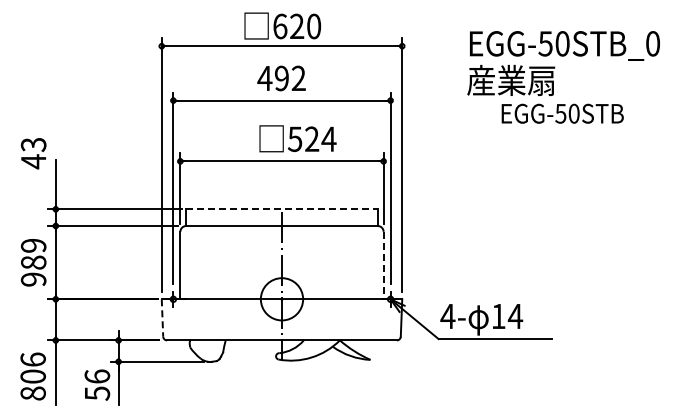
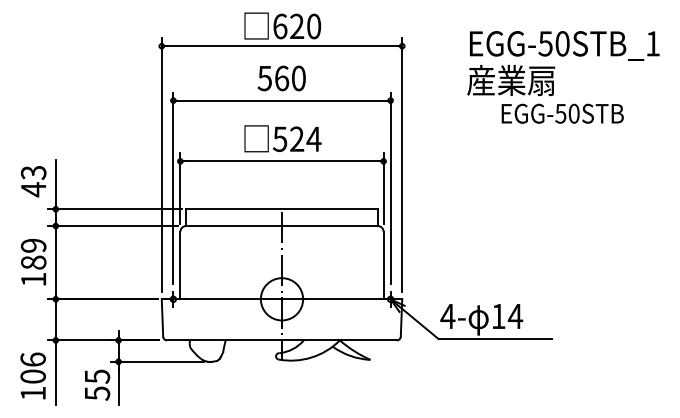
text at (652, 43): EGG-50STB_0 -> EGG-50STB_1
text at (281, 78): 492 -> 560
text at (297, 138) position: (297, 138) -> (282, 138)
text at (33, 153) position: (33, 153) -> (33, 181)
line at (282, 209): dashed -> solid
line at (383, 265): dashed -> solid
text at (33, 279): 989 -> 189
line at (162, 318): dashed -> solid
text at (97, 376): 56 -> 55
text at (32, 393): 806 -> 106
